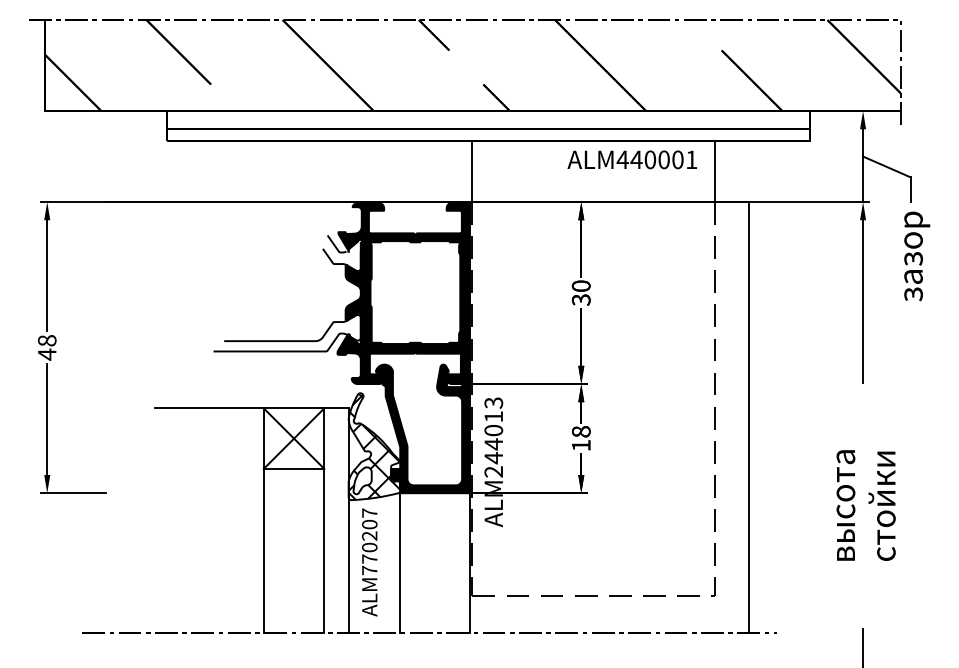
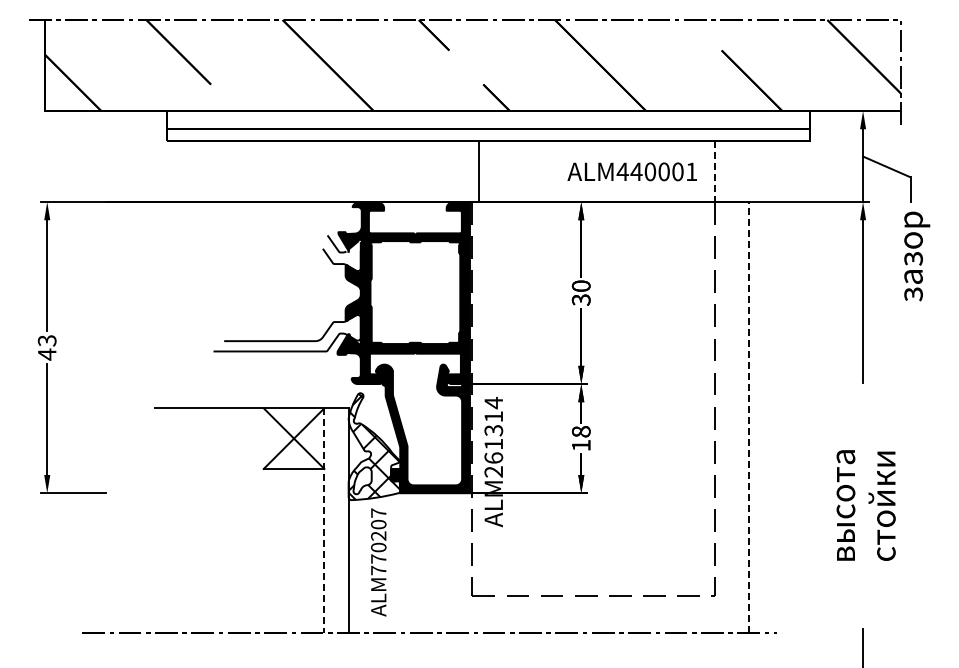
text at (631, 159) position: (631, 159) -> (631, 171)
line at (472, 171) position: (472, 171) -> (479, 171)
line at (715, 172): solid -> dashed
text at (47, 340): 48 -> 43
line at (749, 416): solid -> dashed
text at (493, 430): ALM244013 -> ALM261314
line at (263, 520): present -> none
line at (324, 521): solid -> dashed
text at (369, 562) position: (369, 562) -> (378, 562)
line at (400, 562): present -> none
line at (469, 562): present -> none
